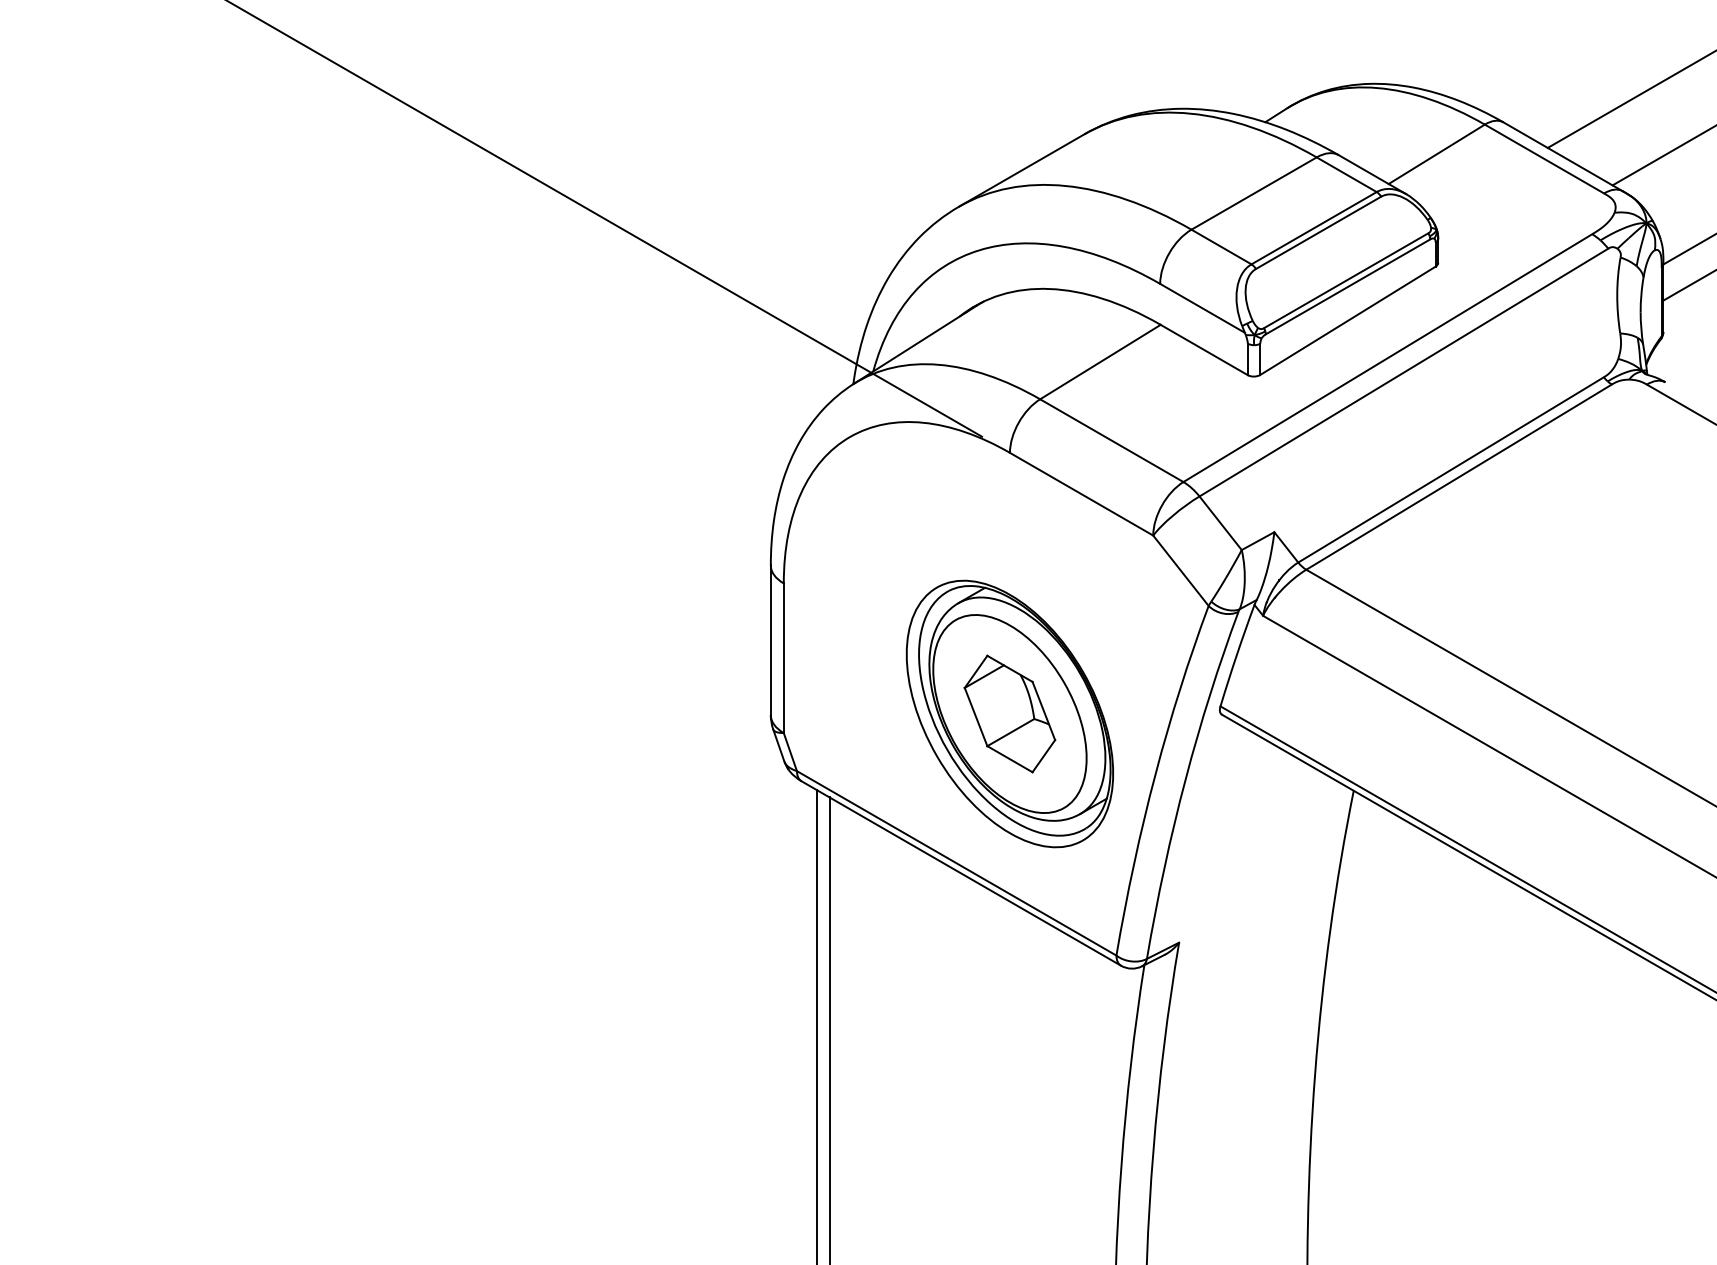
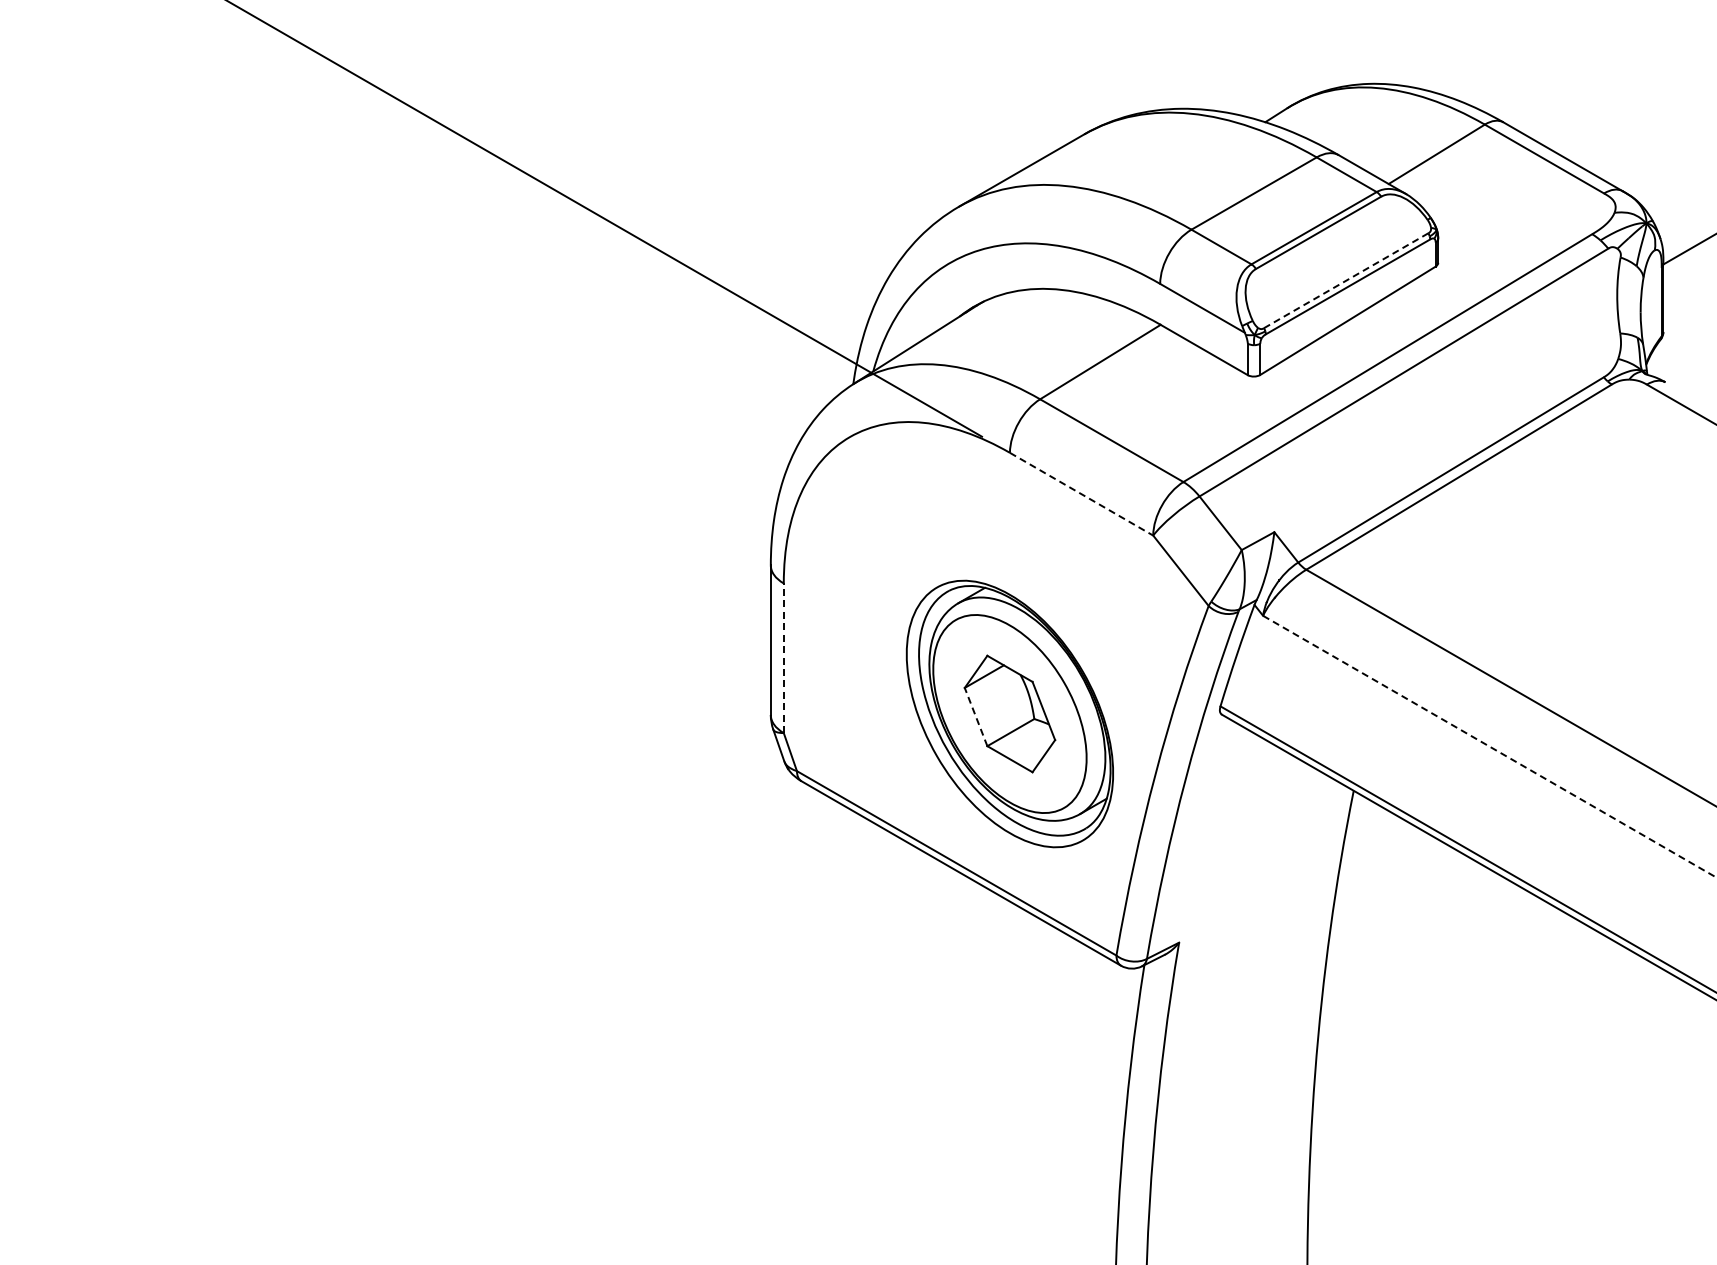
line at (1630, 99): present -> none
line at (1662, 155): present -> none
line at (1346, 280): solid -> dashed
line at (1688, 285): present -> none
line at (1081, 494): solid -> dashed
line at (783, 658): solid -> dashed
line at (975, 716): solid -> dashed
line at (1489, 746): solid -> dashed
line at (816, 1025): present -> none
line at (829, 1029): present -> none
